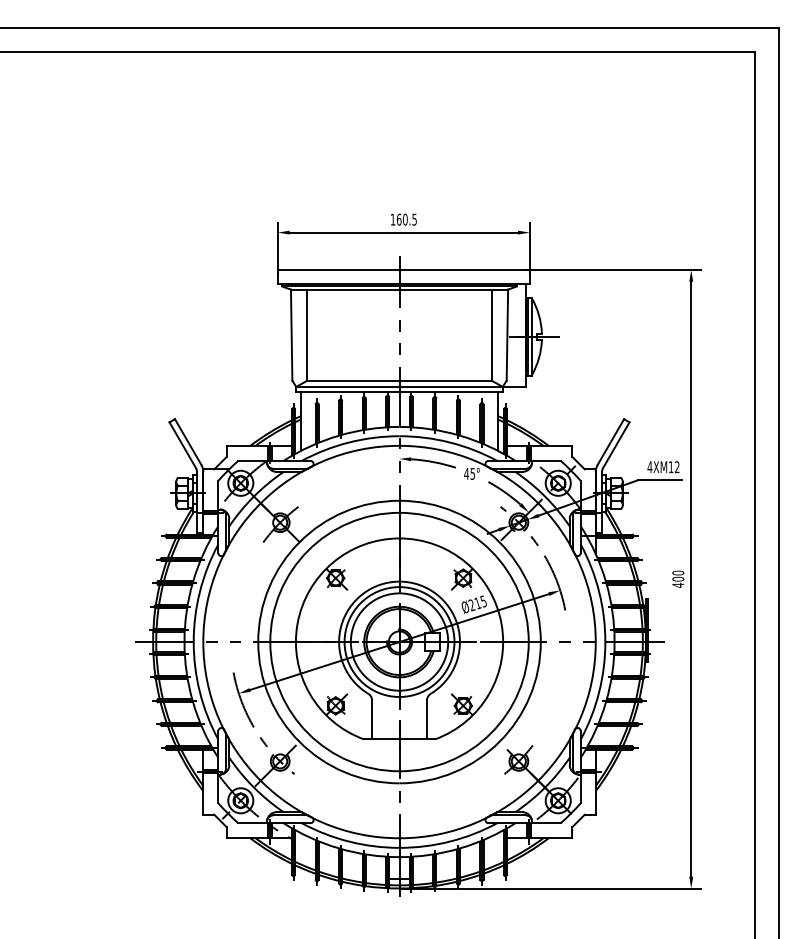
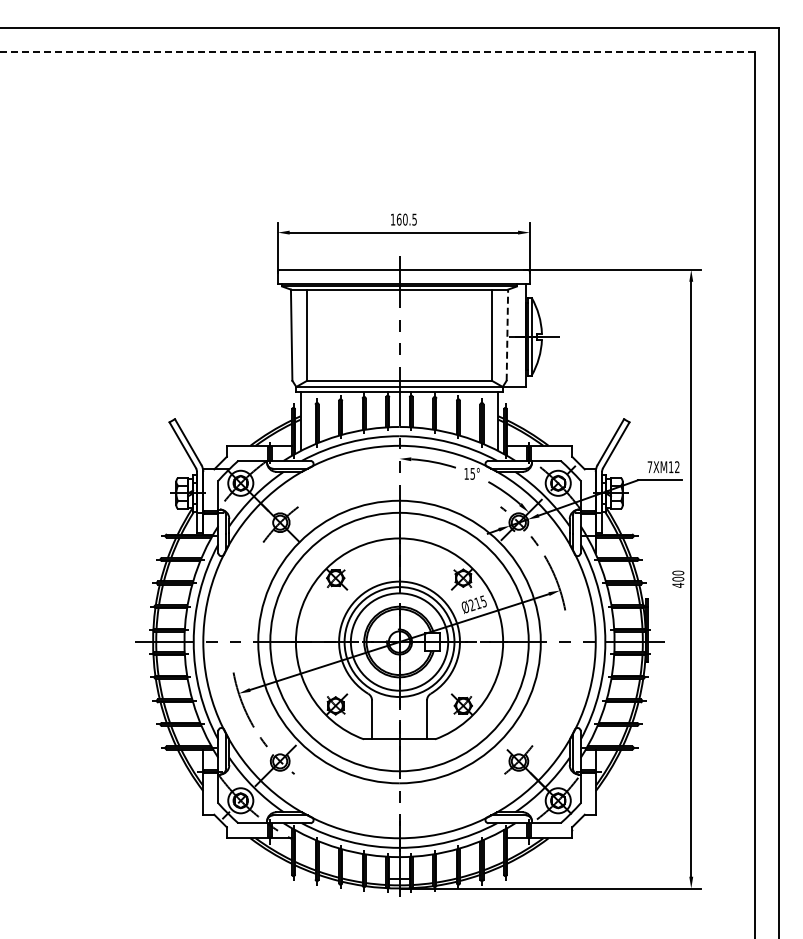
line at (377, 51): solid -> dashed
line at (507, 335): solid -> dashed
text at (649, 466): 4XM12 -> 7XM12
text at (466, 473): 45° -> 15°
